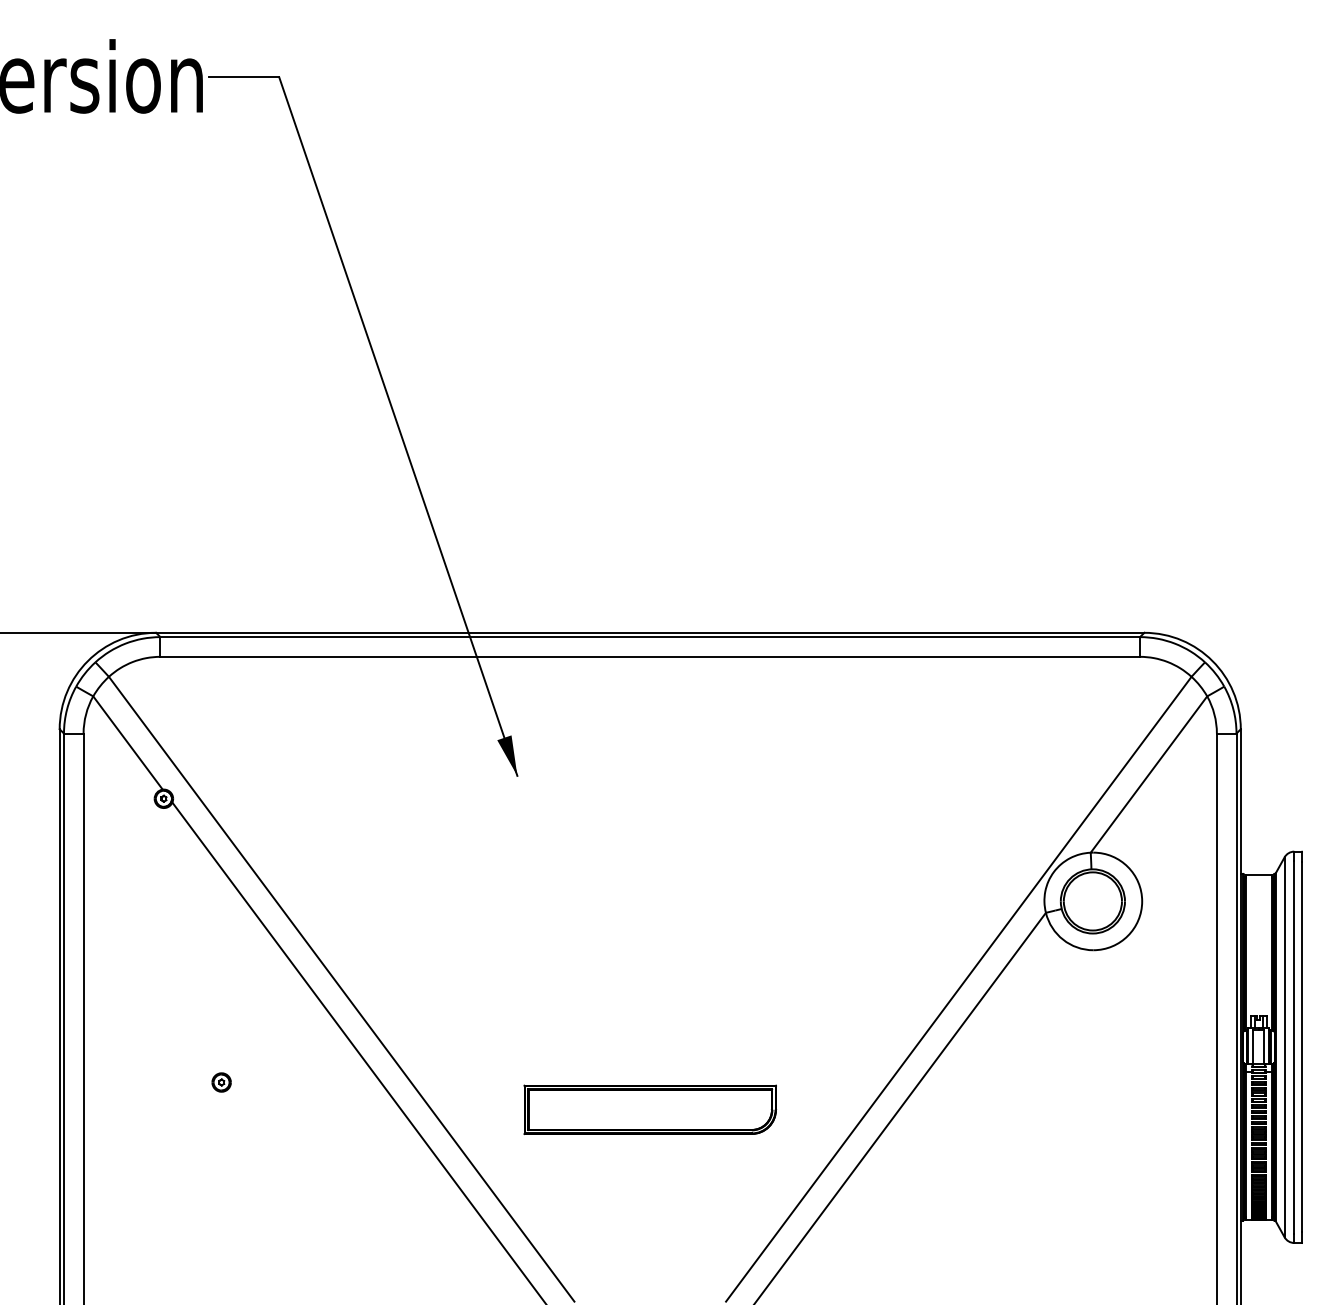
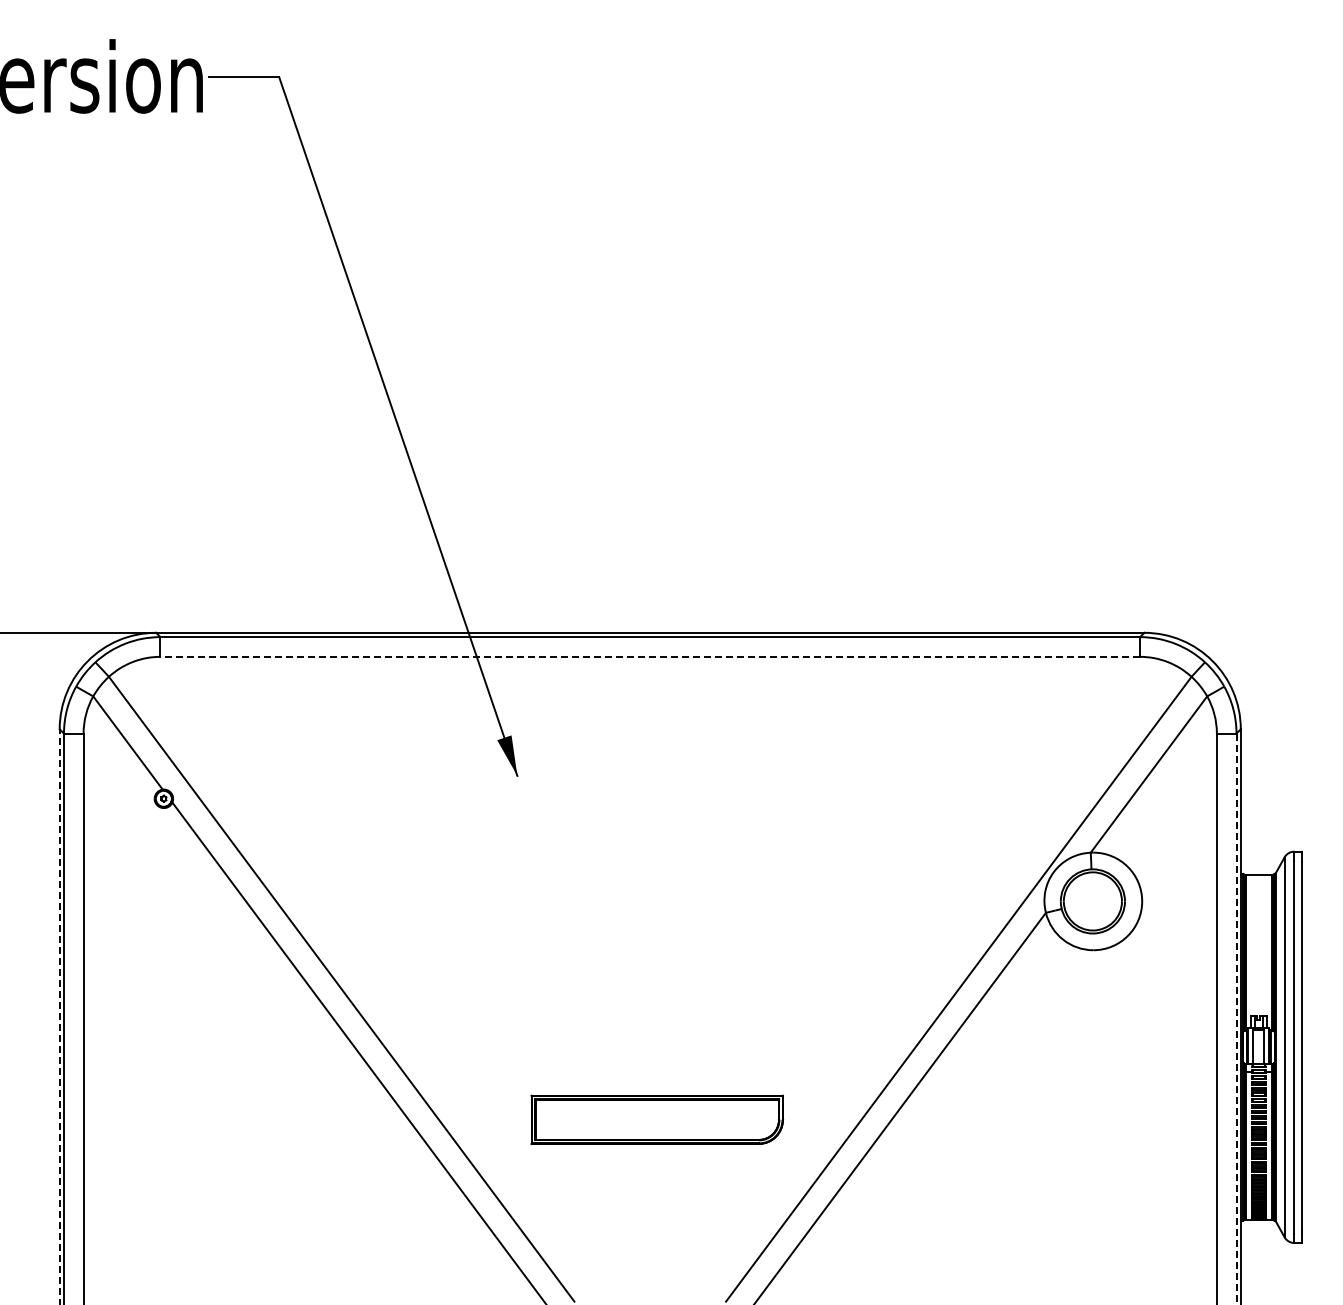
line at (650, 656): solid -> dashed
line at (59, 1016): solid -> dashed
line at (1236, 1018): solid -> dashed
part at (221, 1082): present -> none
part at (649, 1109) position: (649, 1109) -> (656, 1119)
